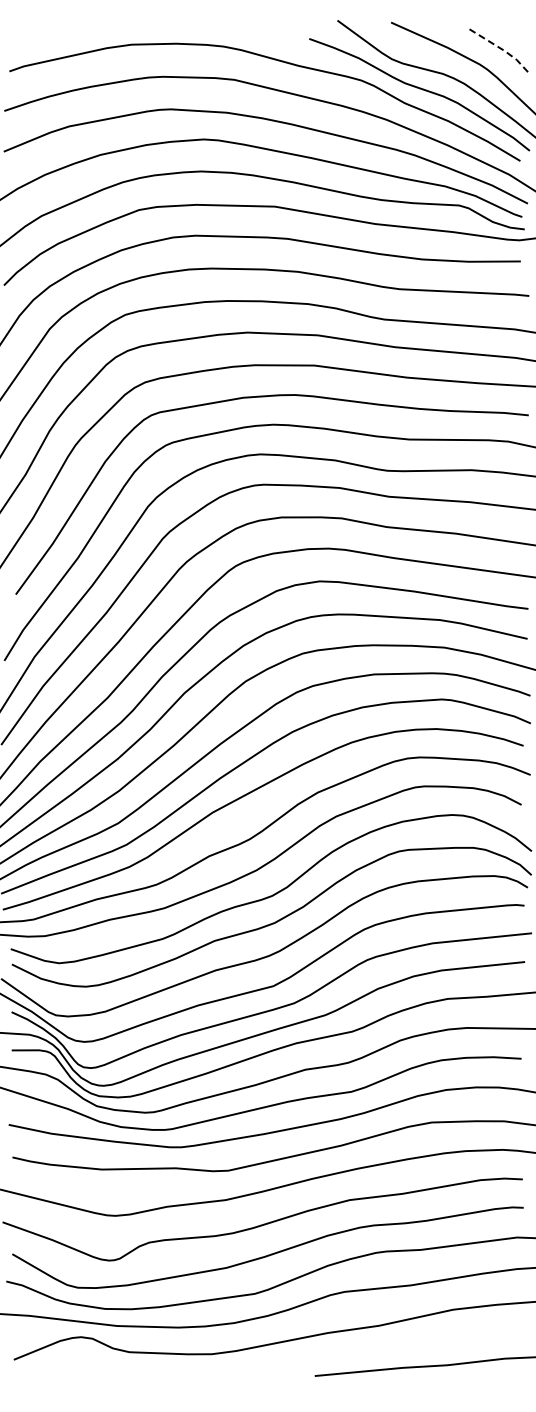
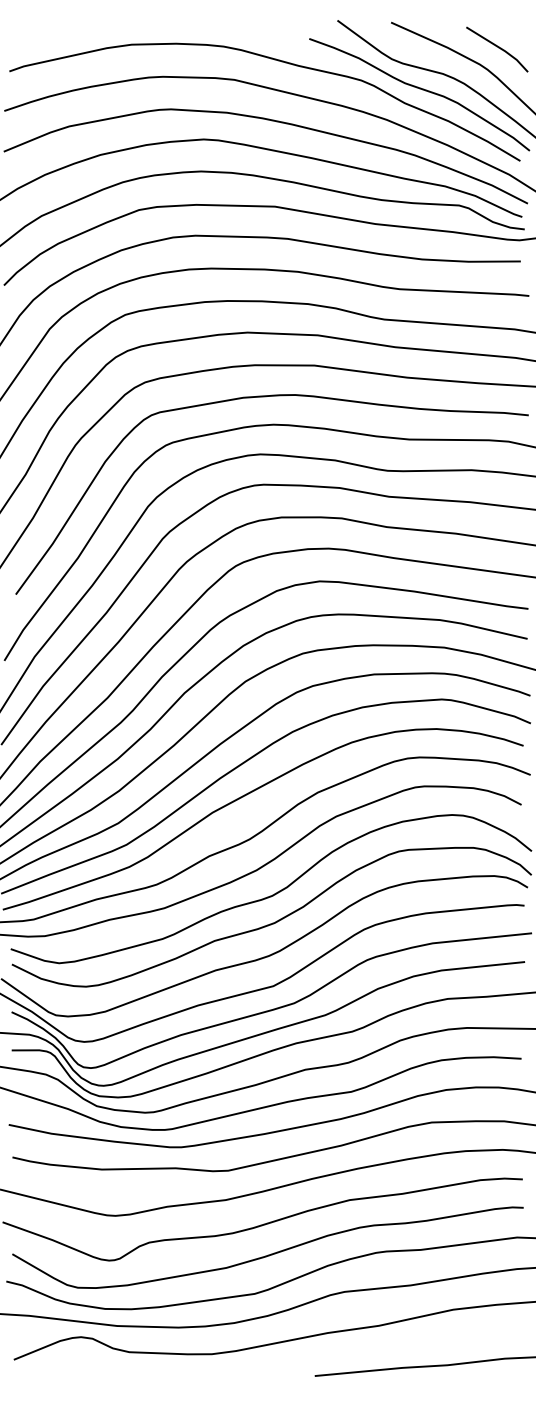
line at (500, 48): dashed -> solid
